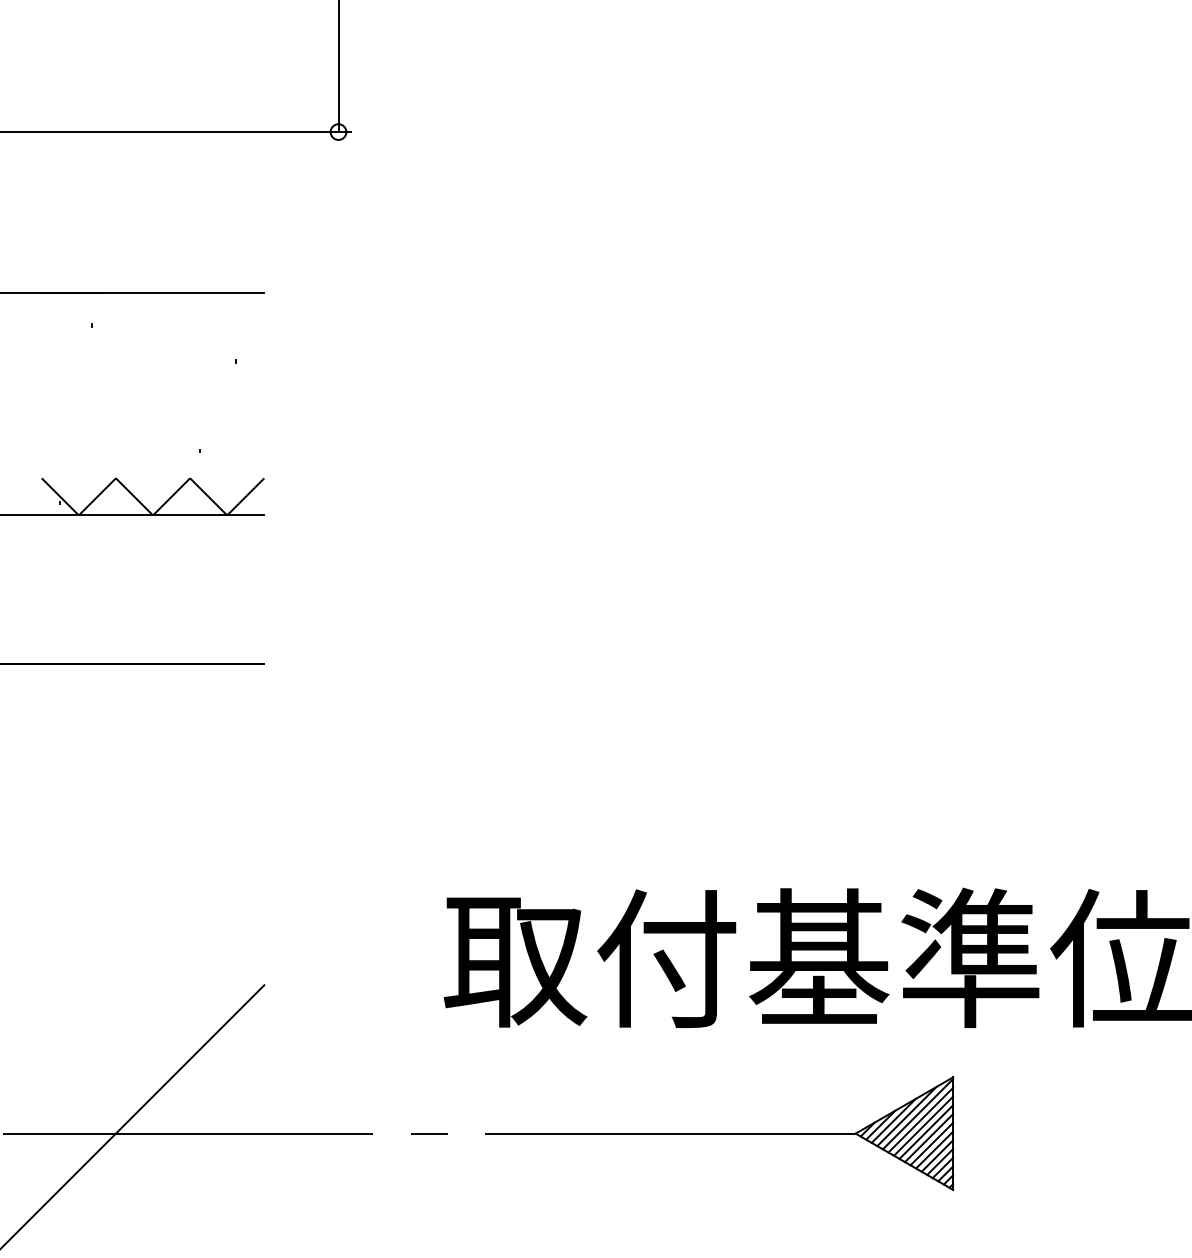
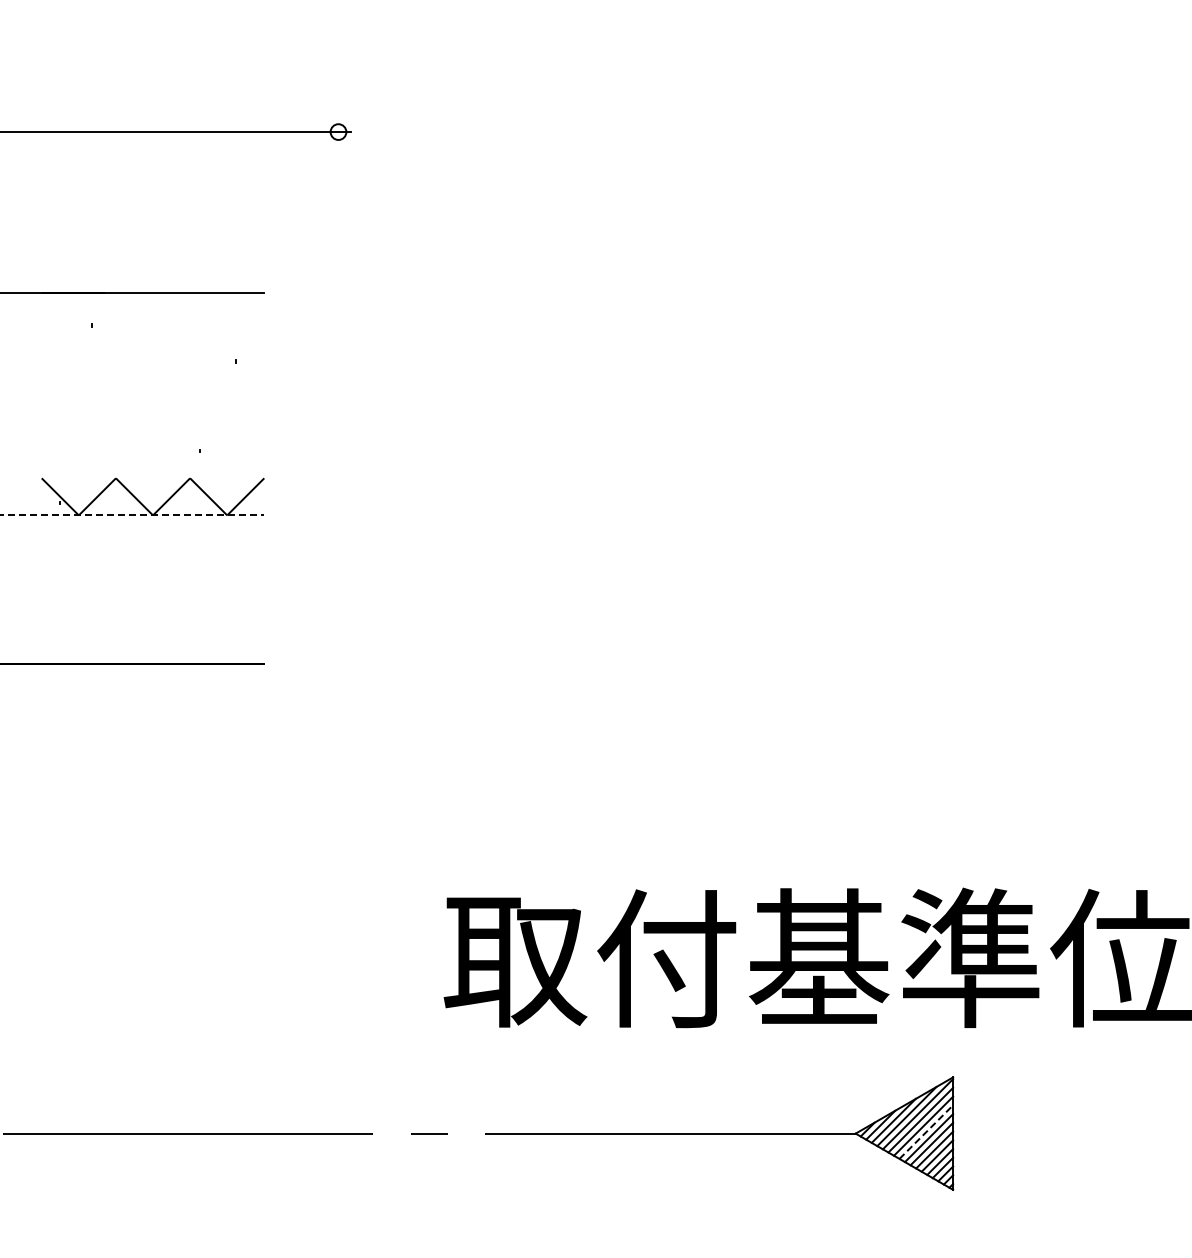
line at (338, 67): present -> none
line at (132, 515): solid -> dashed
line at (133, 1115): present -> none
line at (926, 1132): solid -> dashed
